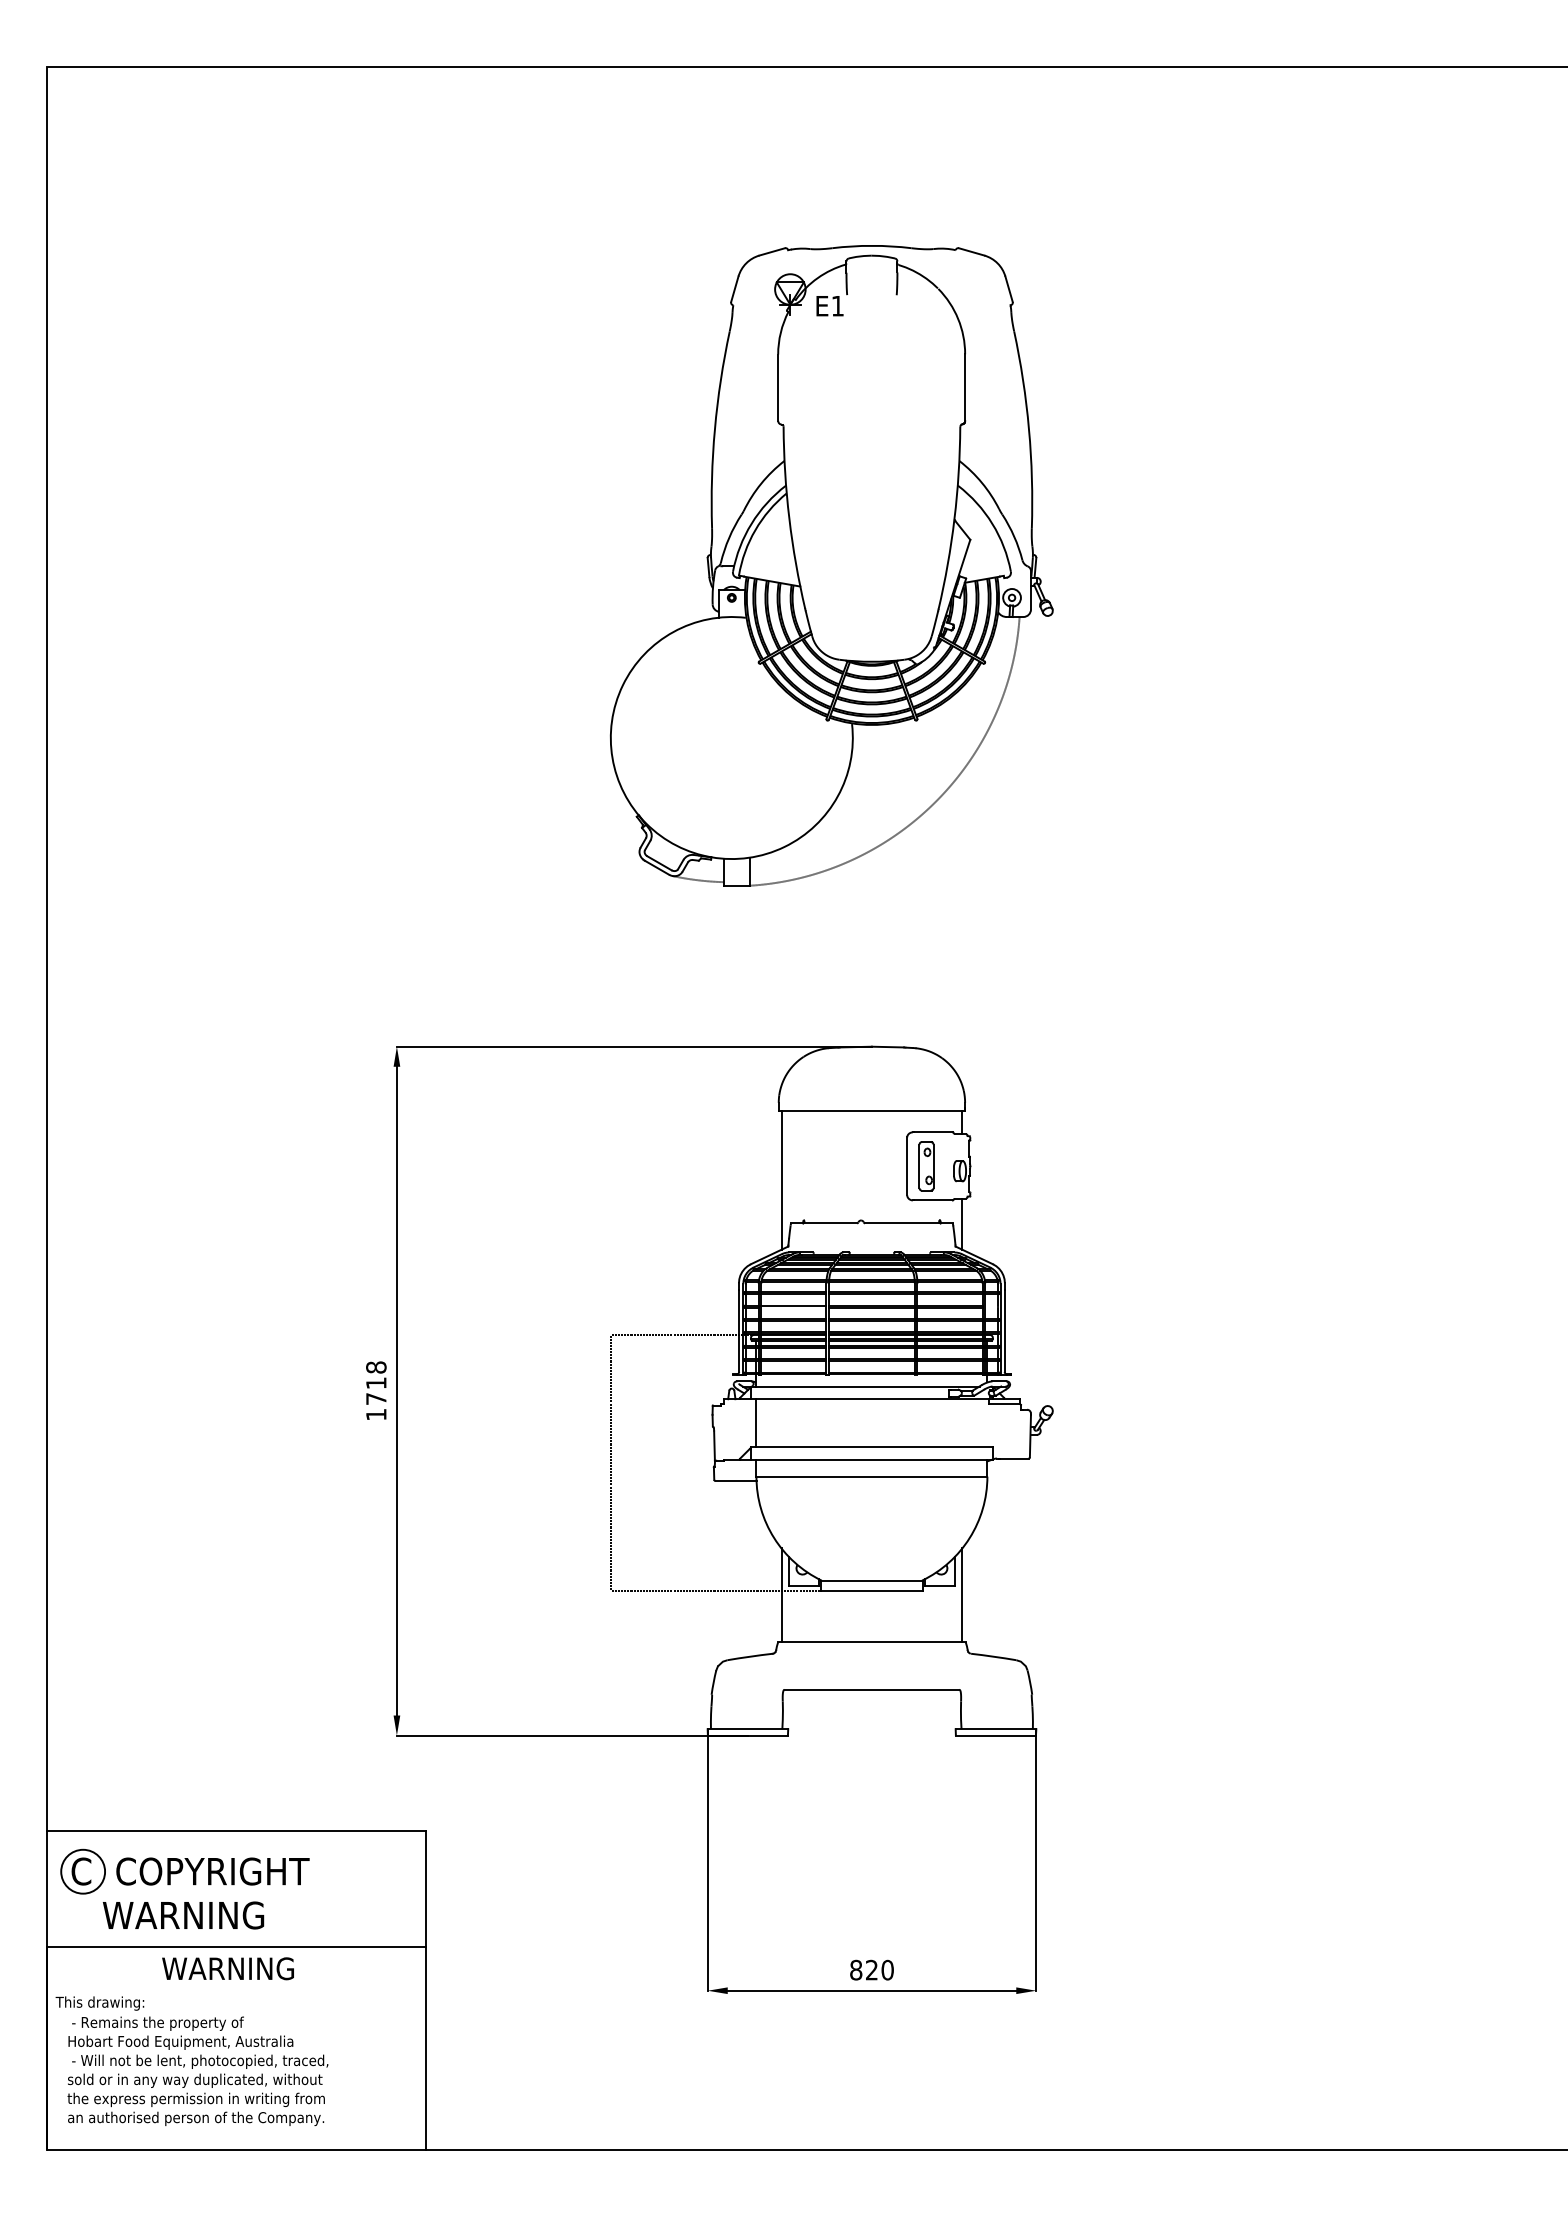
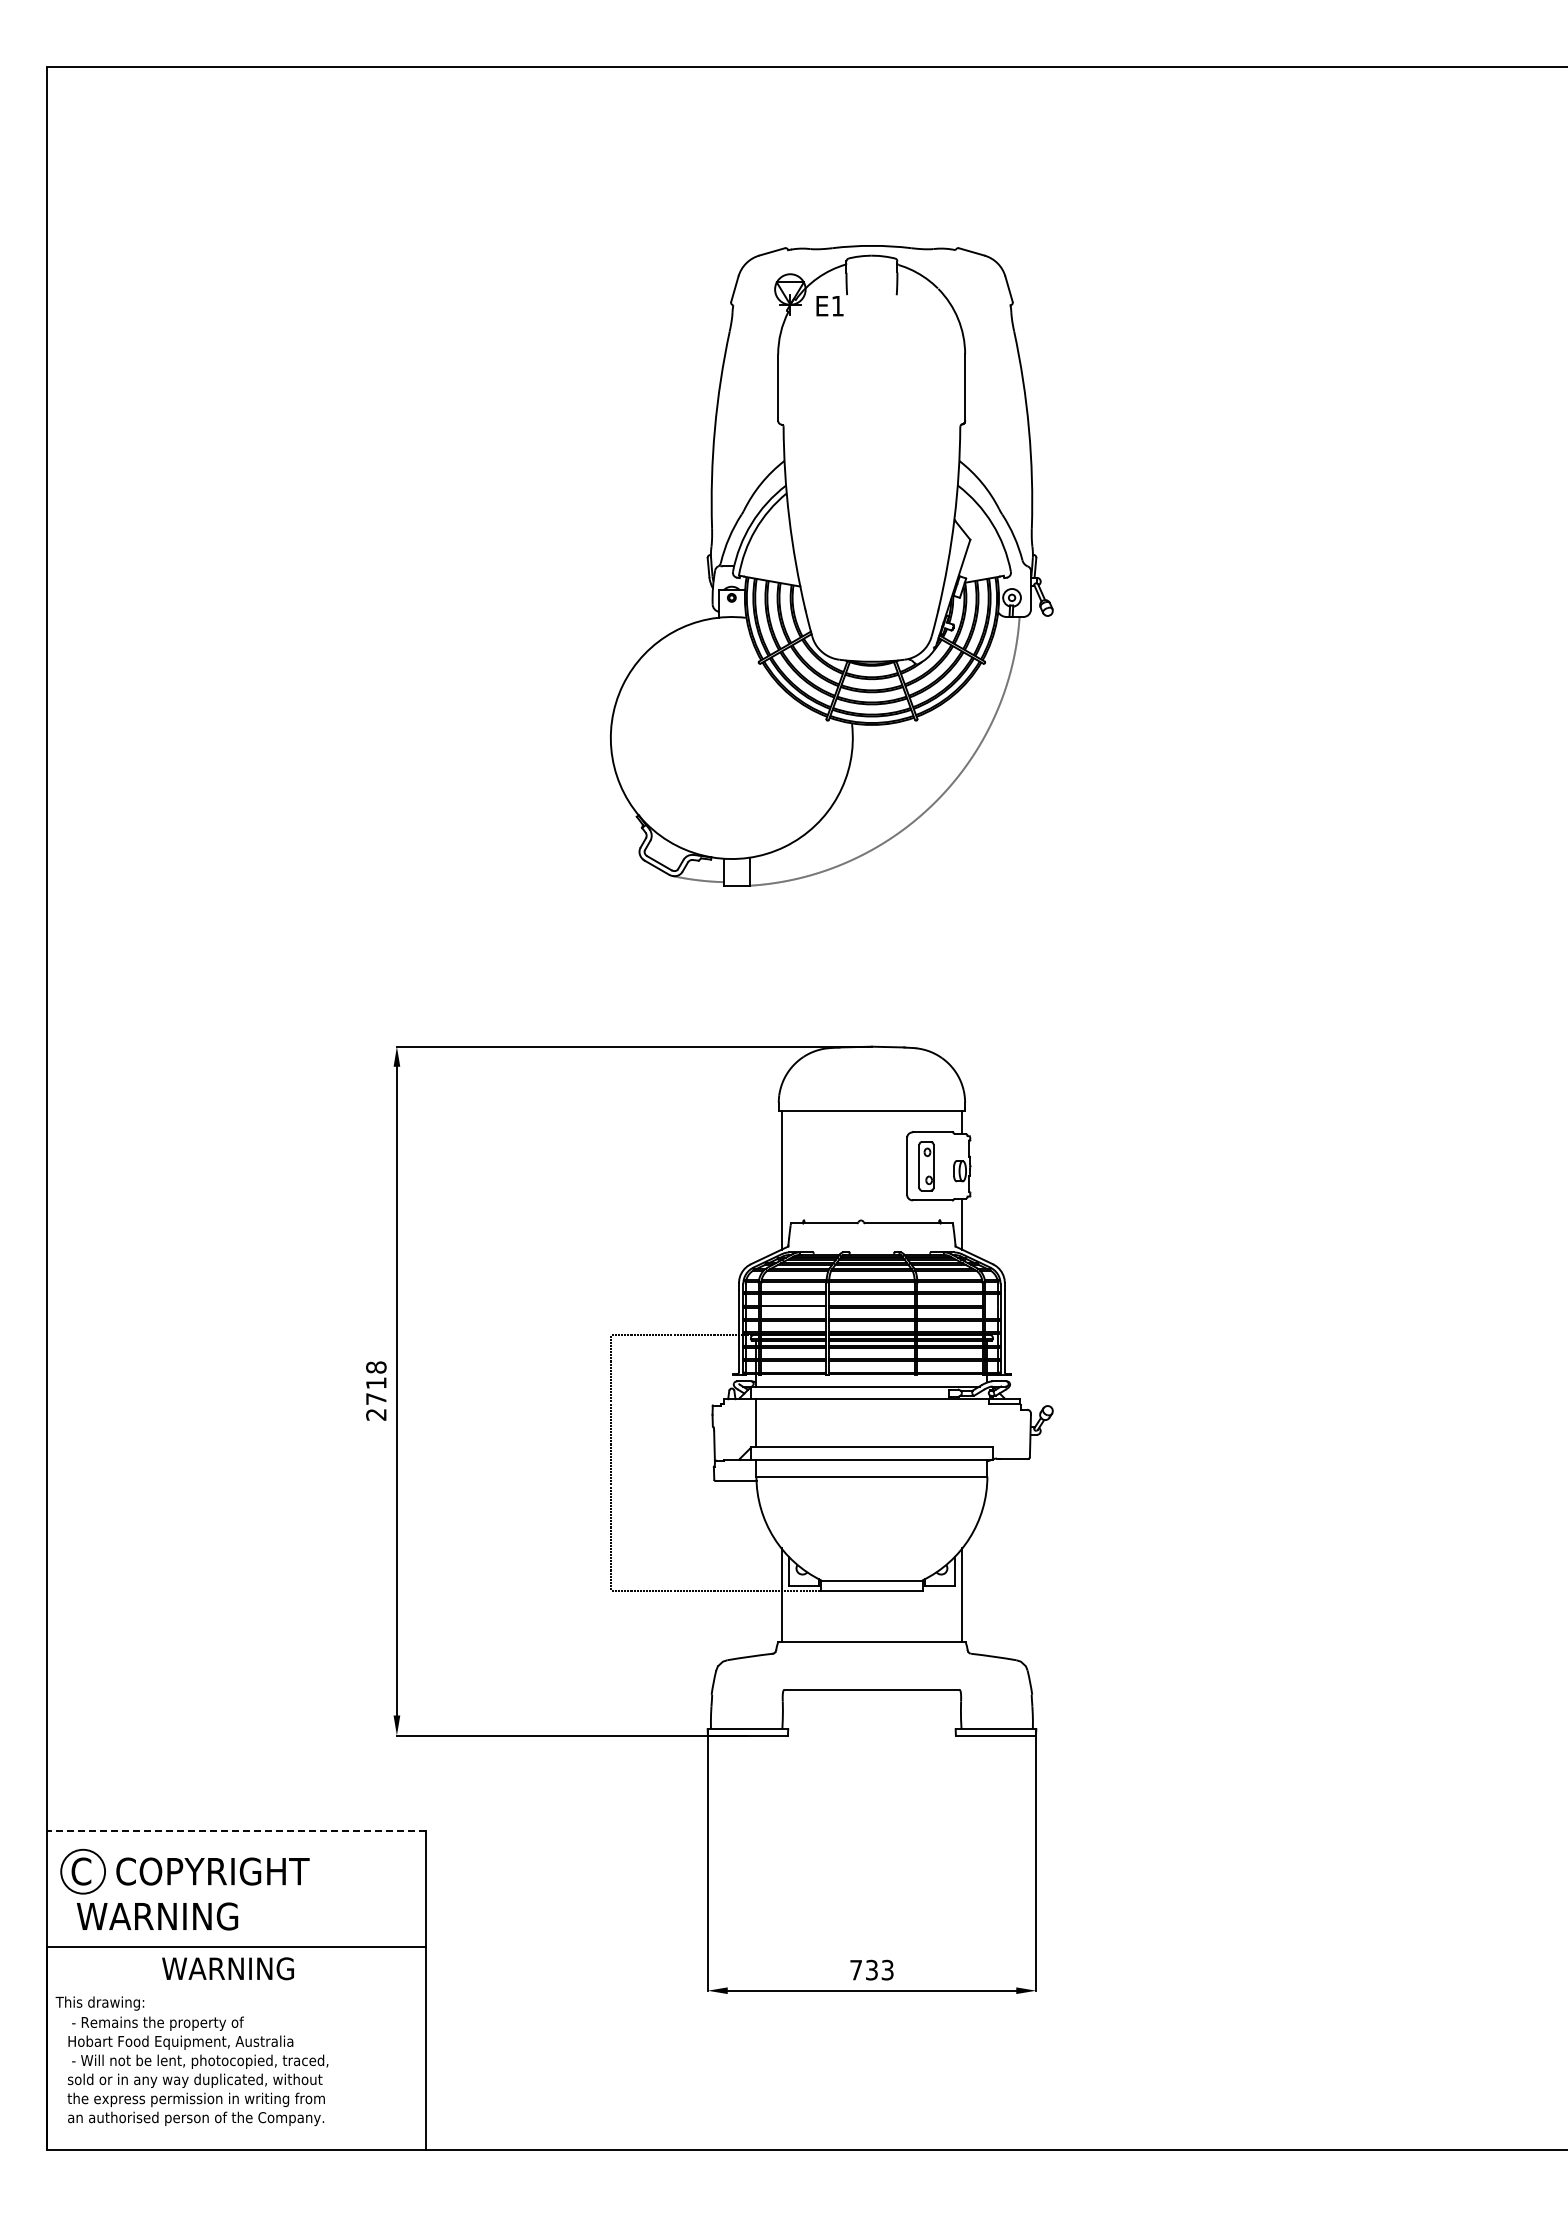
text at (376, 1414): 1718 -> 2718
line at (236, 1830): solid -> dashed
text at (183, 1915) position: (183, 1915) -> (157, 1916)
text at (871, 1969): 820 -> 733
